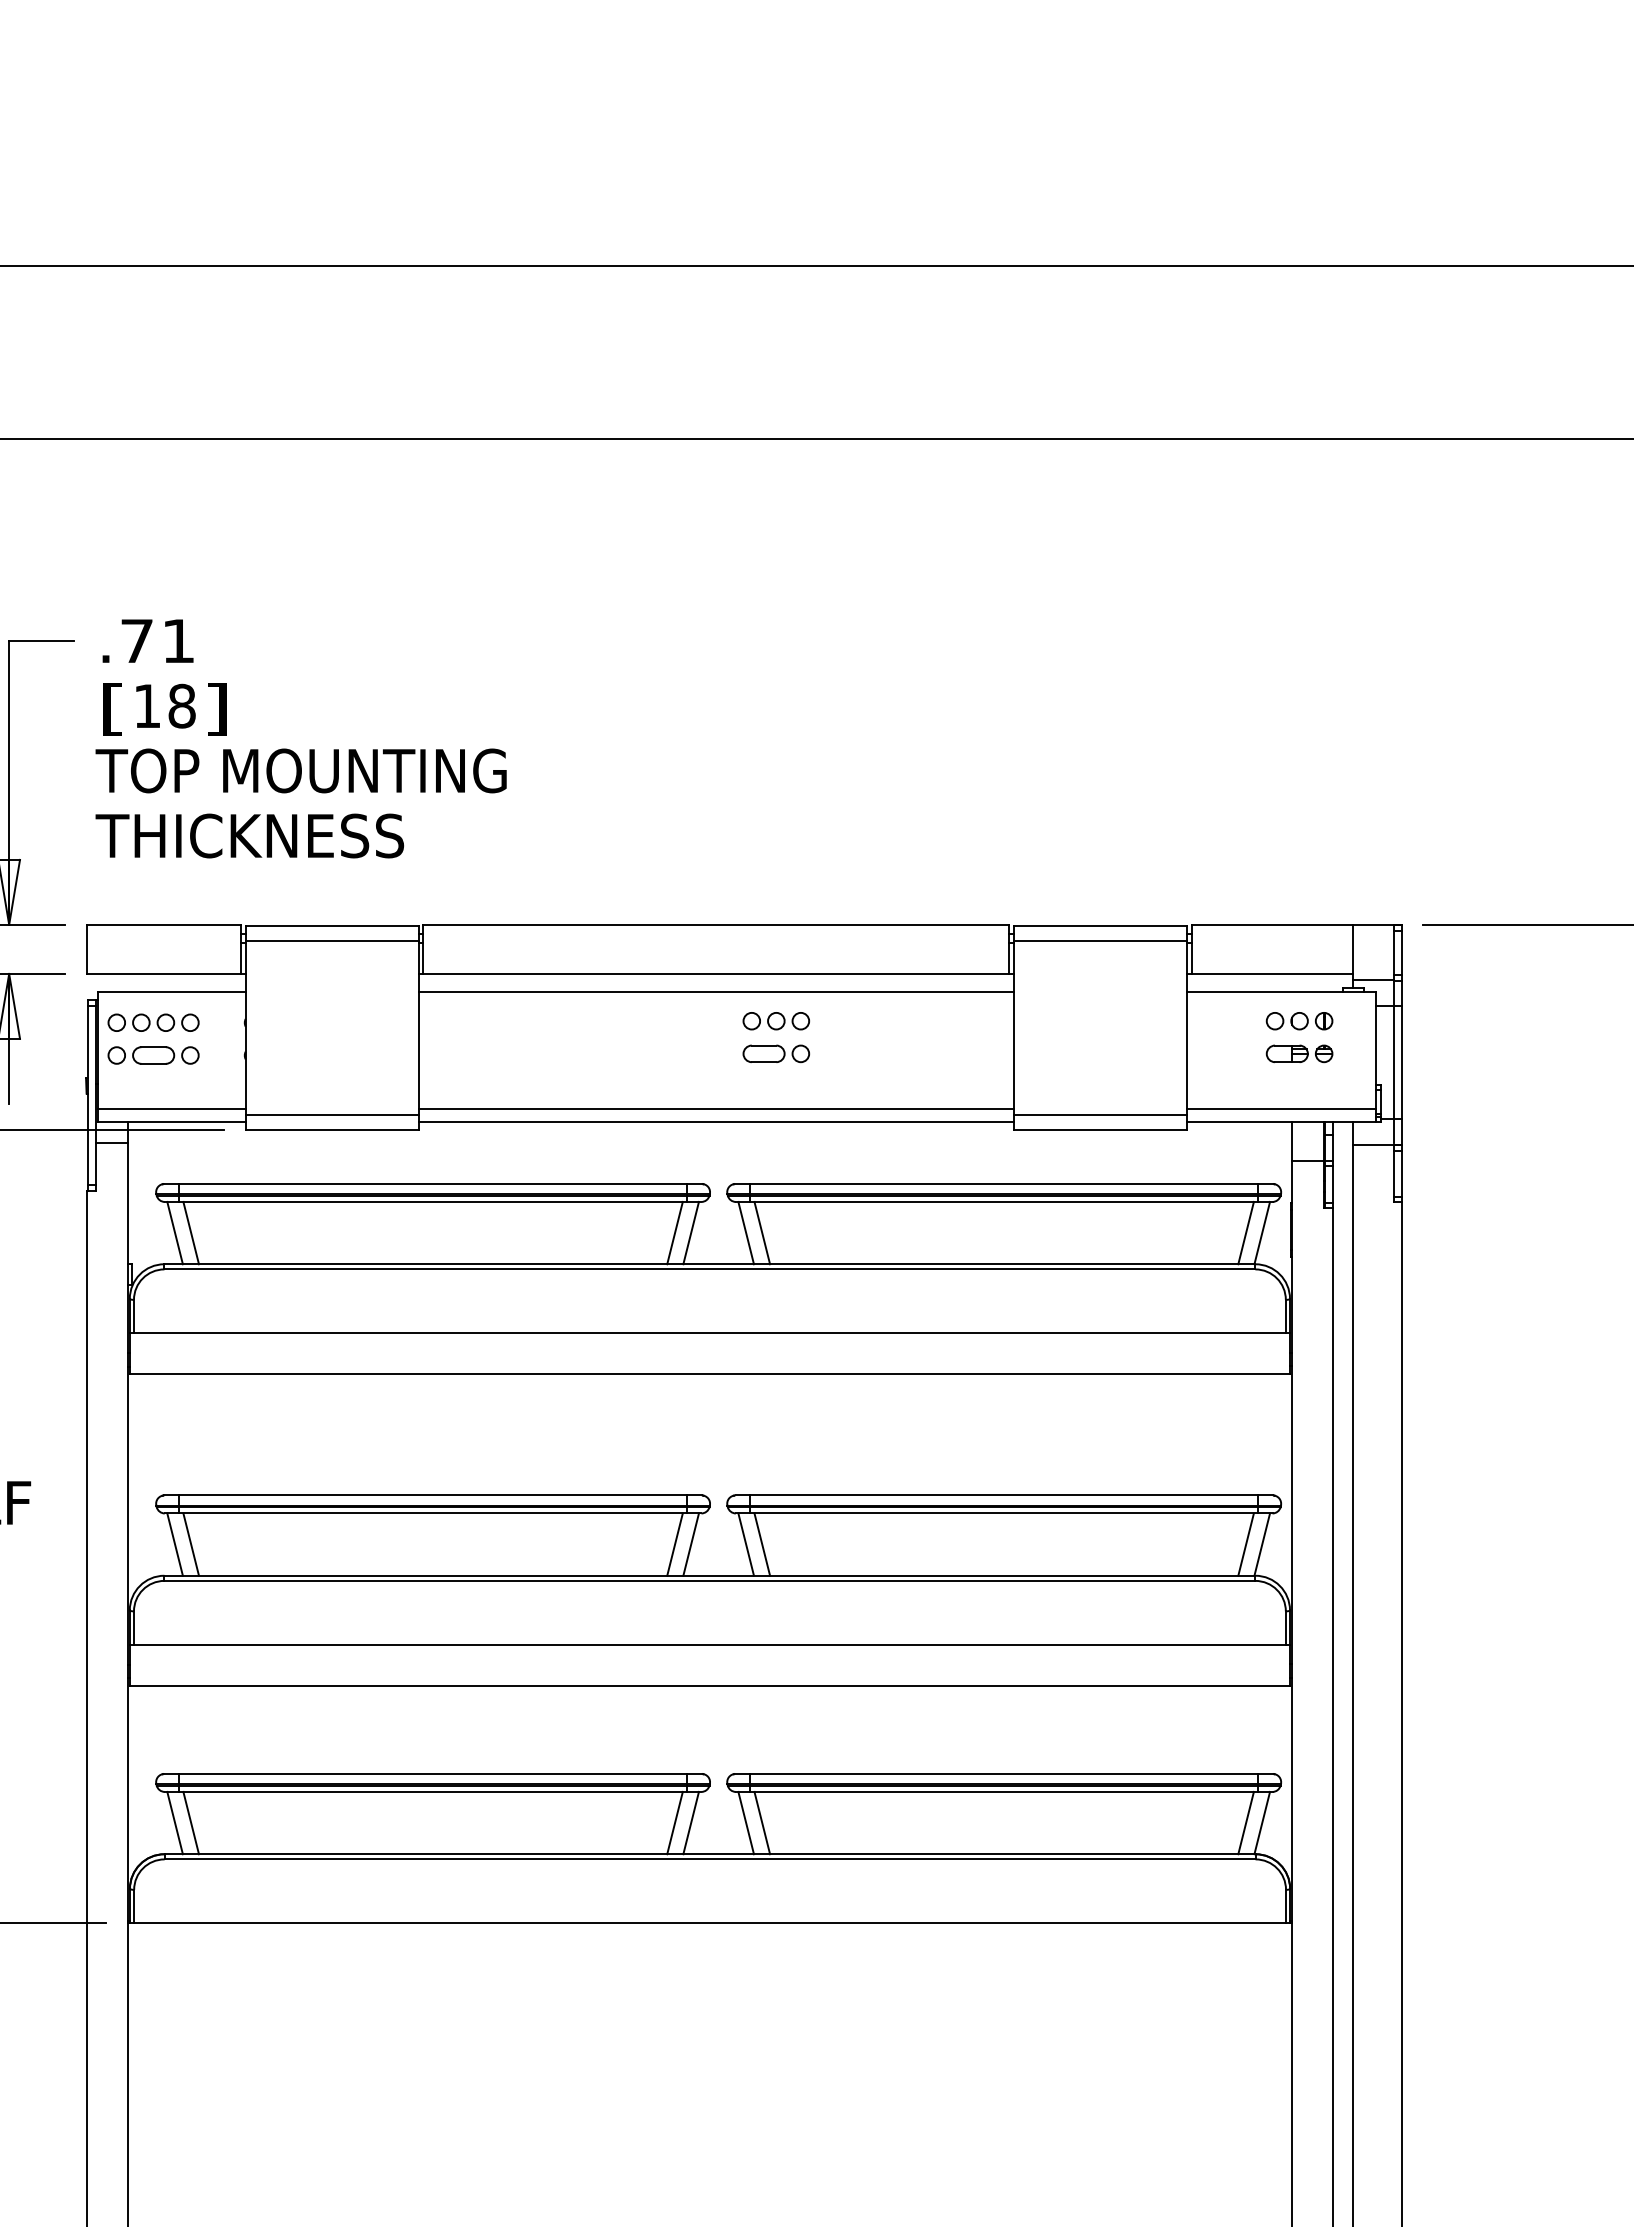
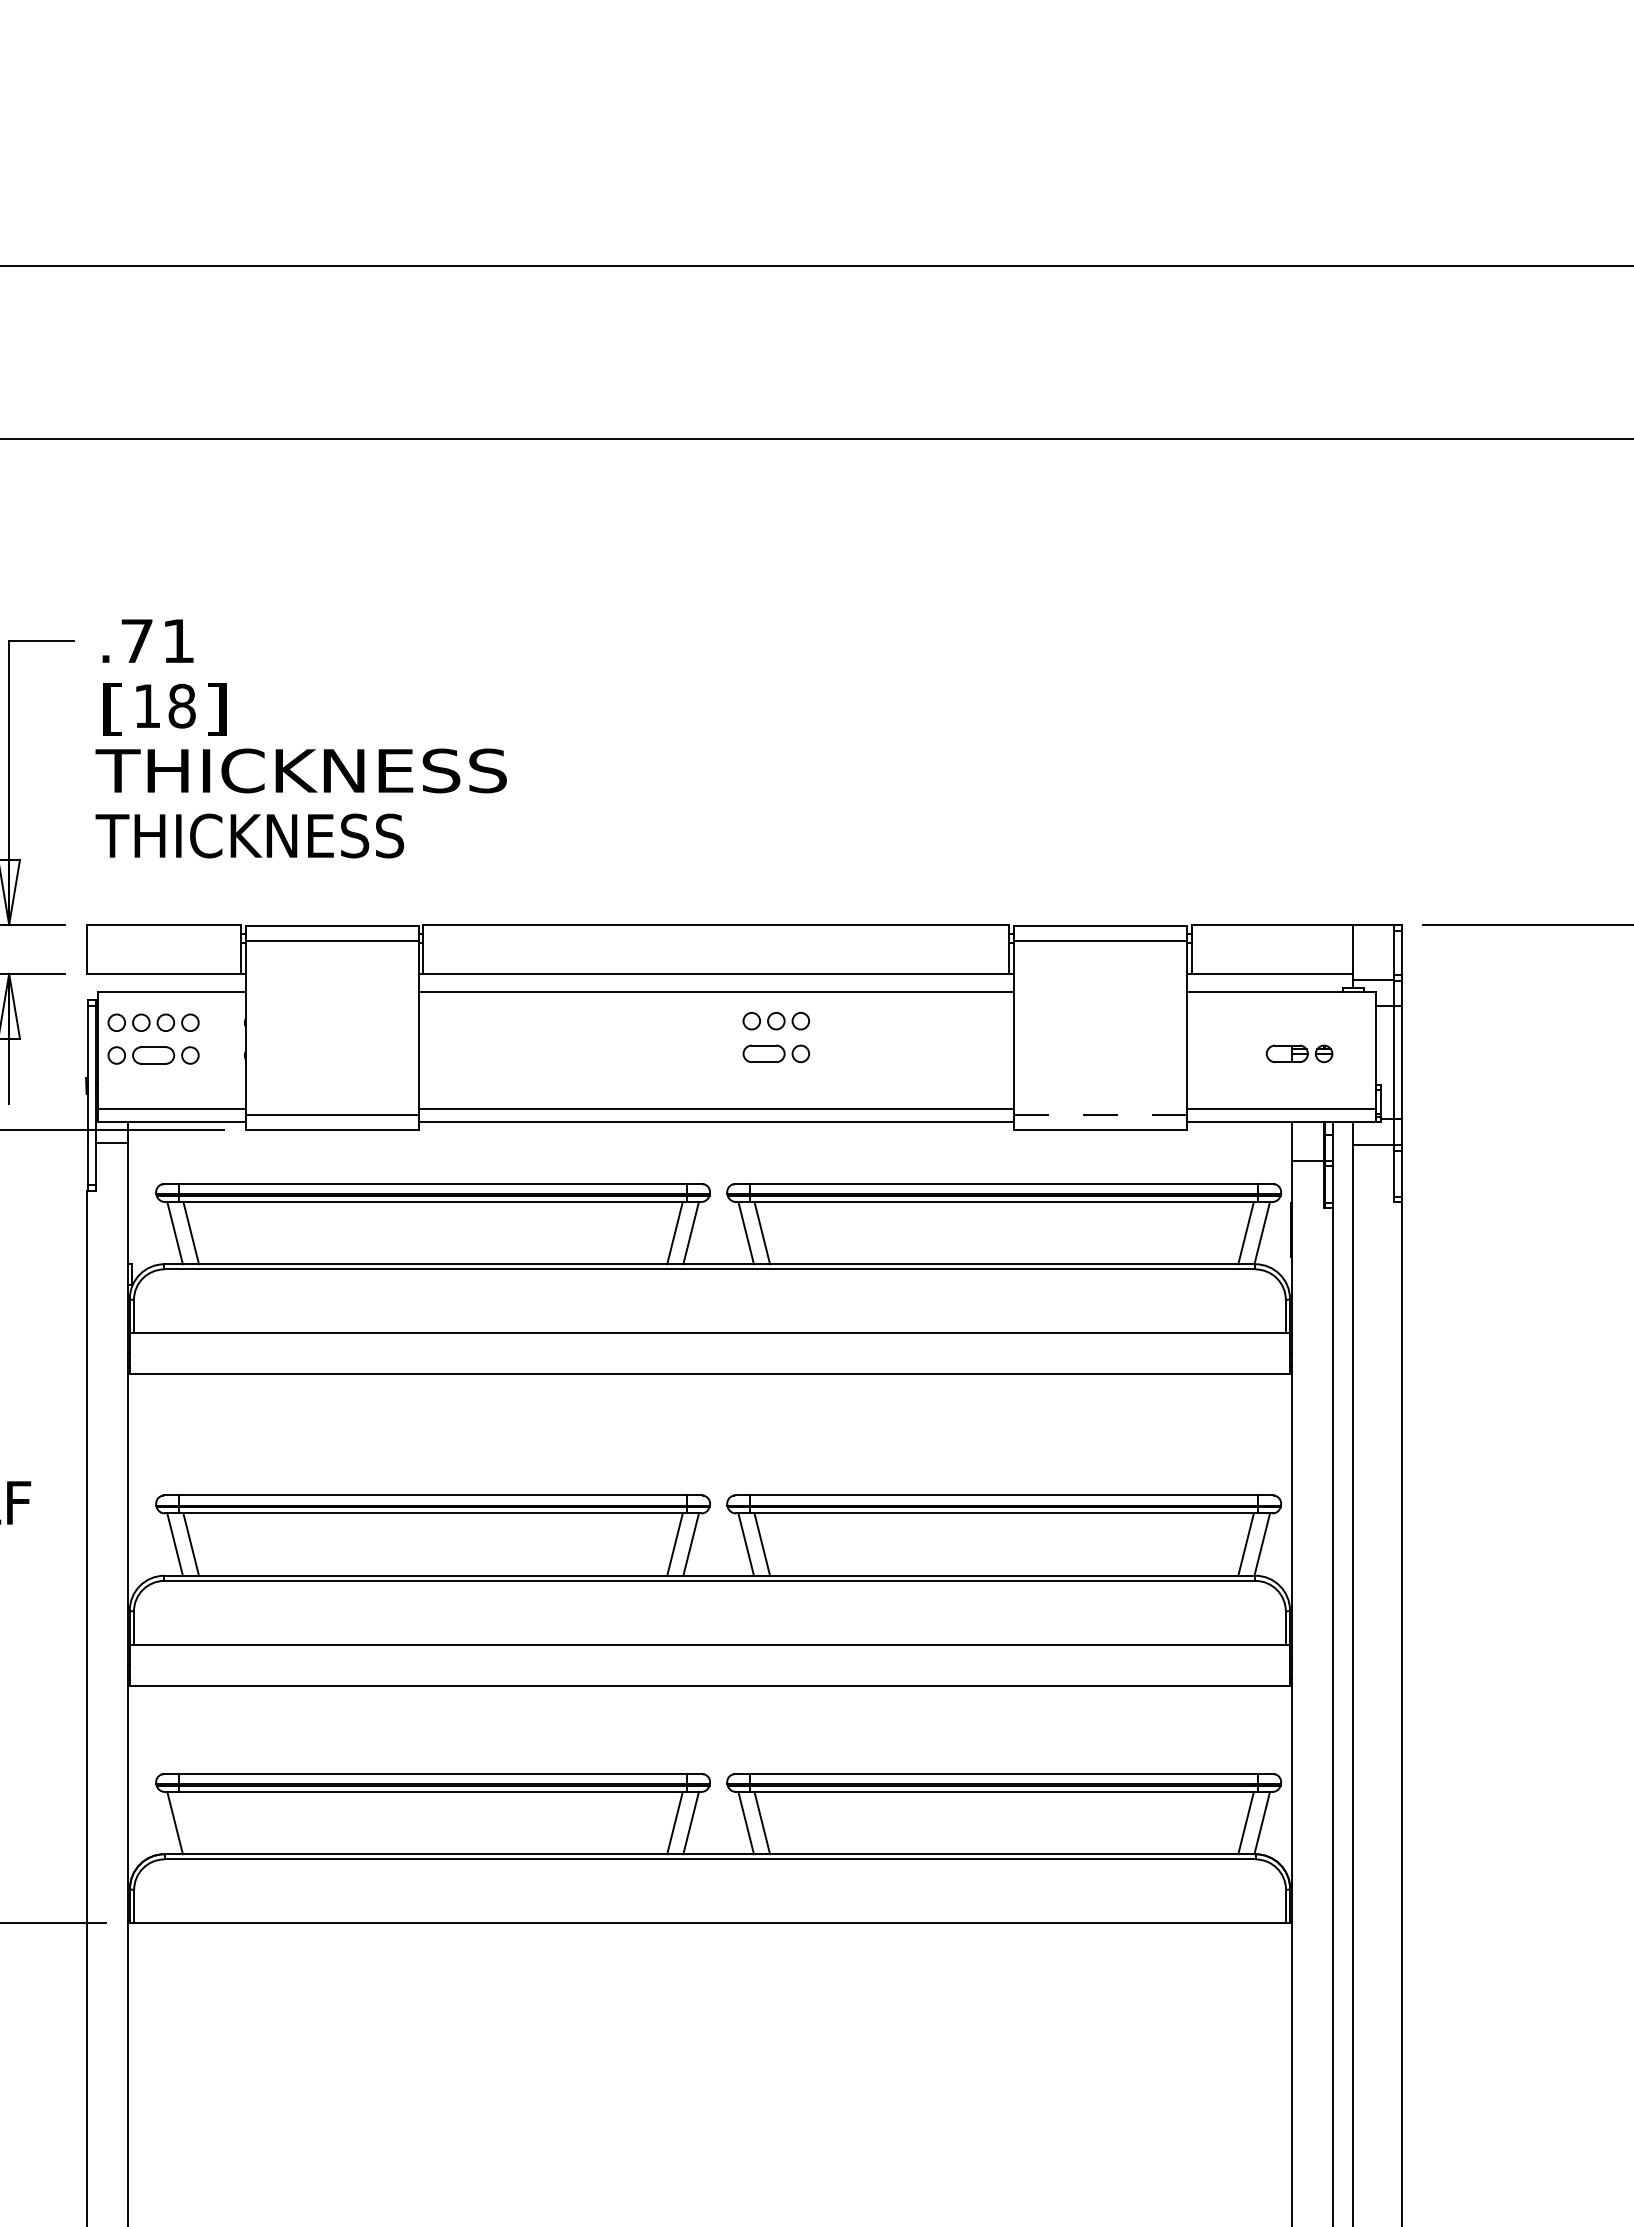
text at (307, 770): TOP MOUNTING -> THICKNESS
part at (1299, 1021): present -> none
line at (1100, 1114): solid -> dashed
line at (190, 1822): present -> none
